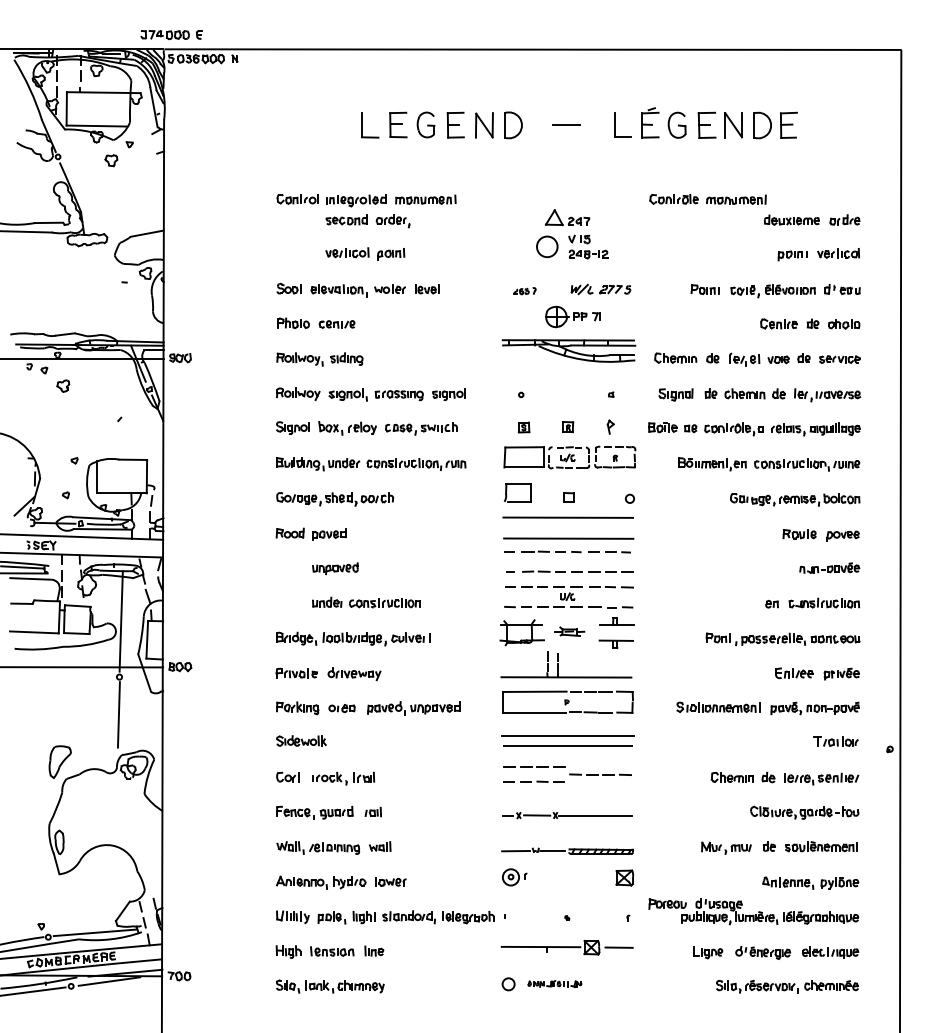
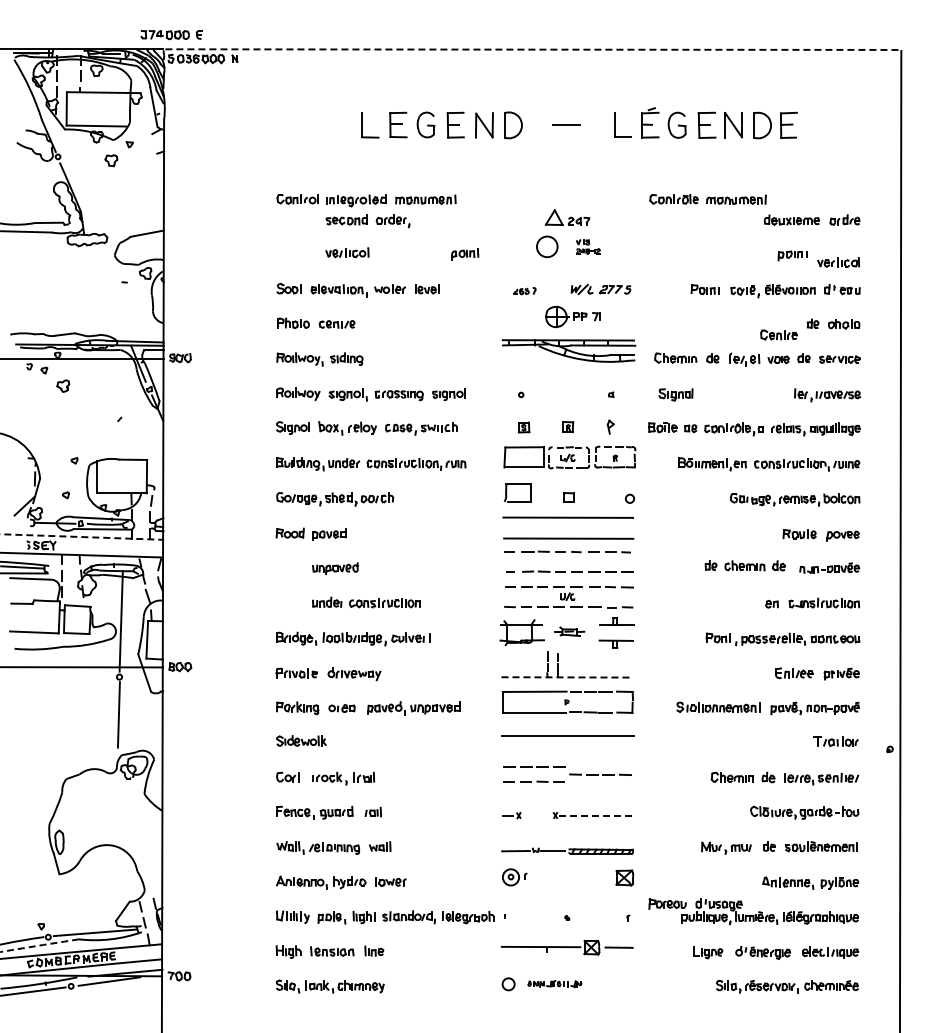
line at (533, 49): solid -> dashed
part at (588, 246) size: 41x26 px -> 25x16 px
part at (838, 253) position: (838, 253) -> (838, 262)
part at (391, 254) position: (391, 254) -> (465, 254)
part at (778, 323) position: (778, 323) -> (778, 334)
part at (744, 393) position: (744, 393) -> (744, 565)
line at (82, 537): solid -> dashed
line at (566, 677): solid -> dashed
line at (567, 746): present -> none
part at (59, 761): present -> none
line at (537, 815): present -> none
line at (596, 815): solid -> dashed
arc at (39, 945): solid -> dashed
